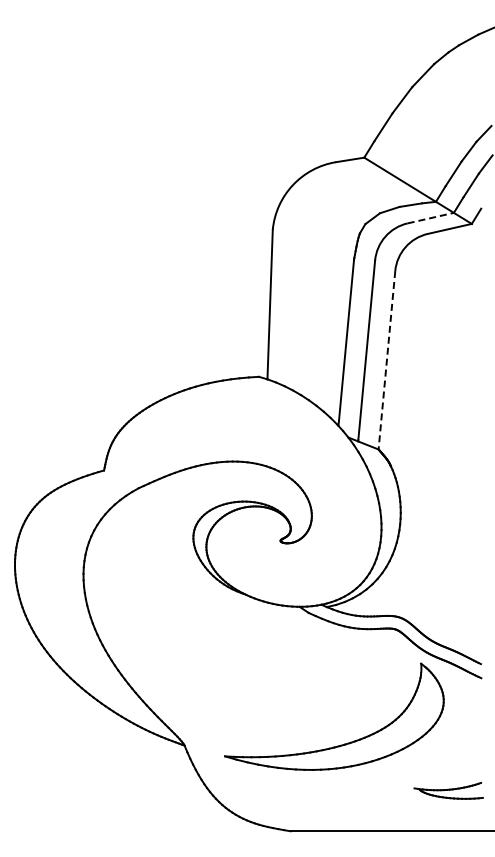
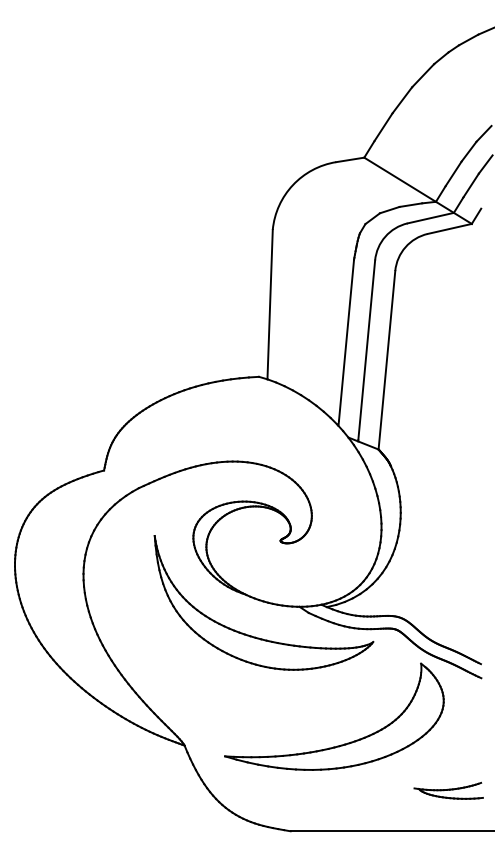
line at (430, 218): dashed -> solid
line at (386, 360): dashed -> solid
part at (255, 636): none -> present
